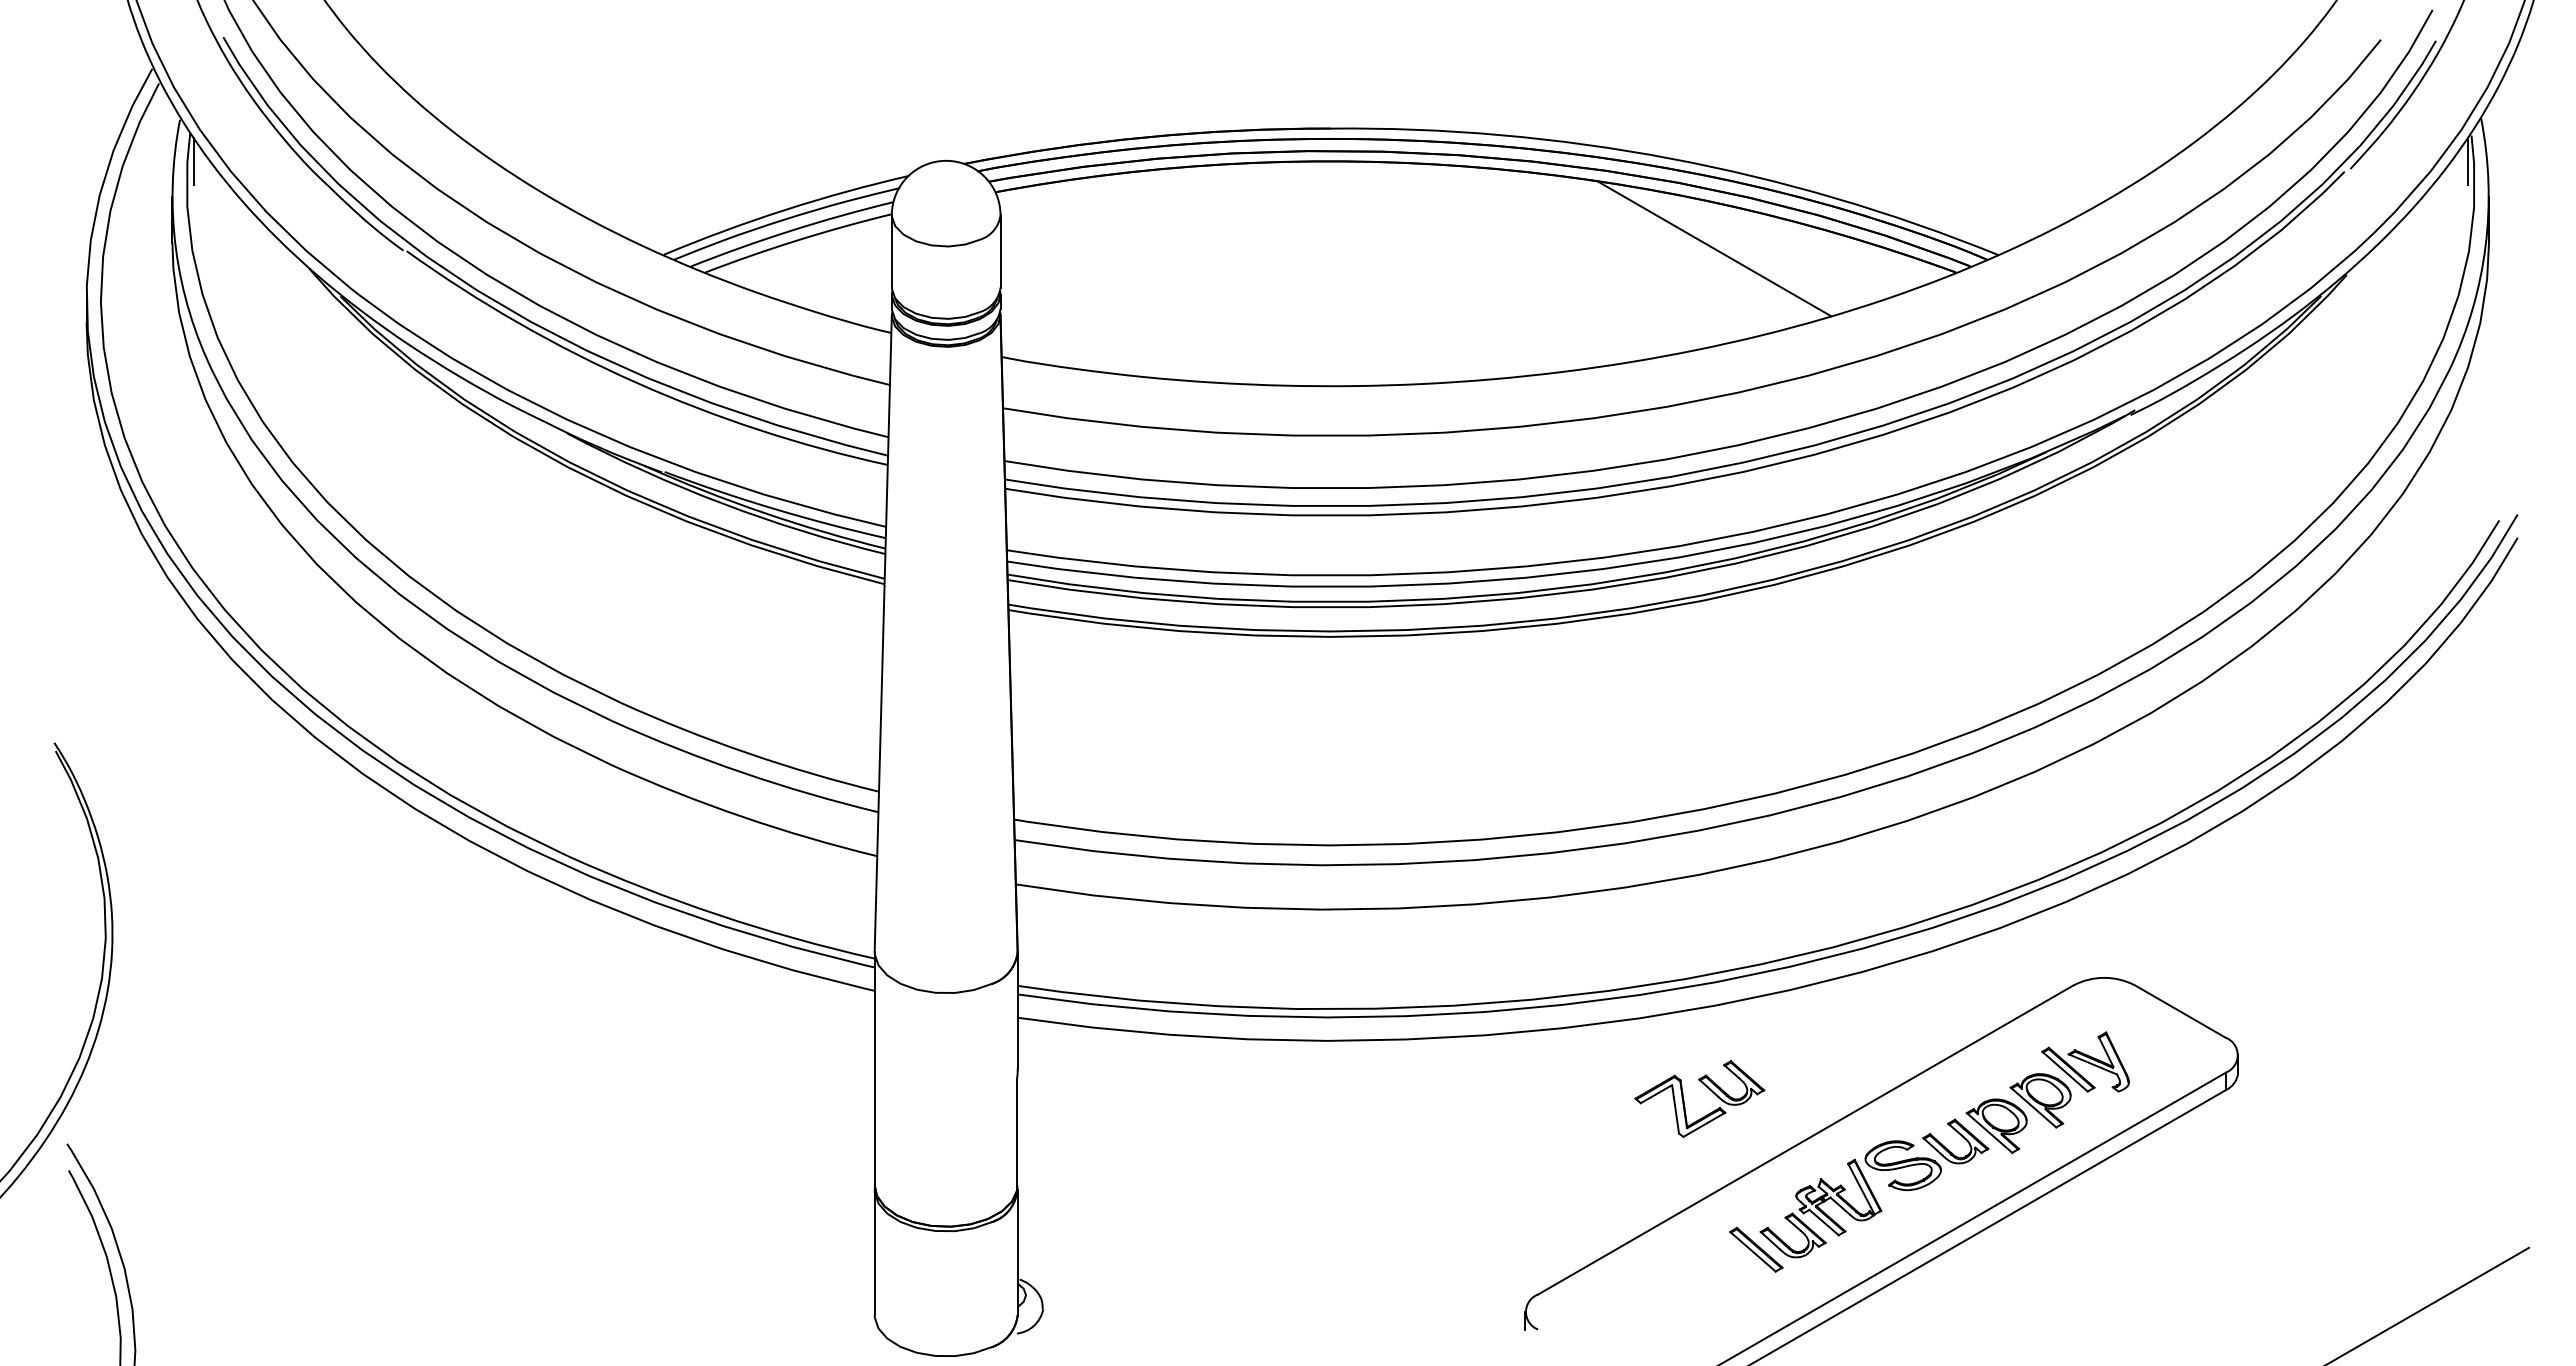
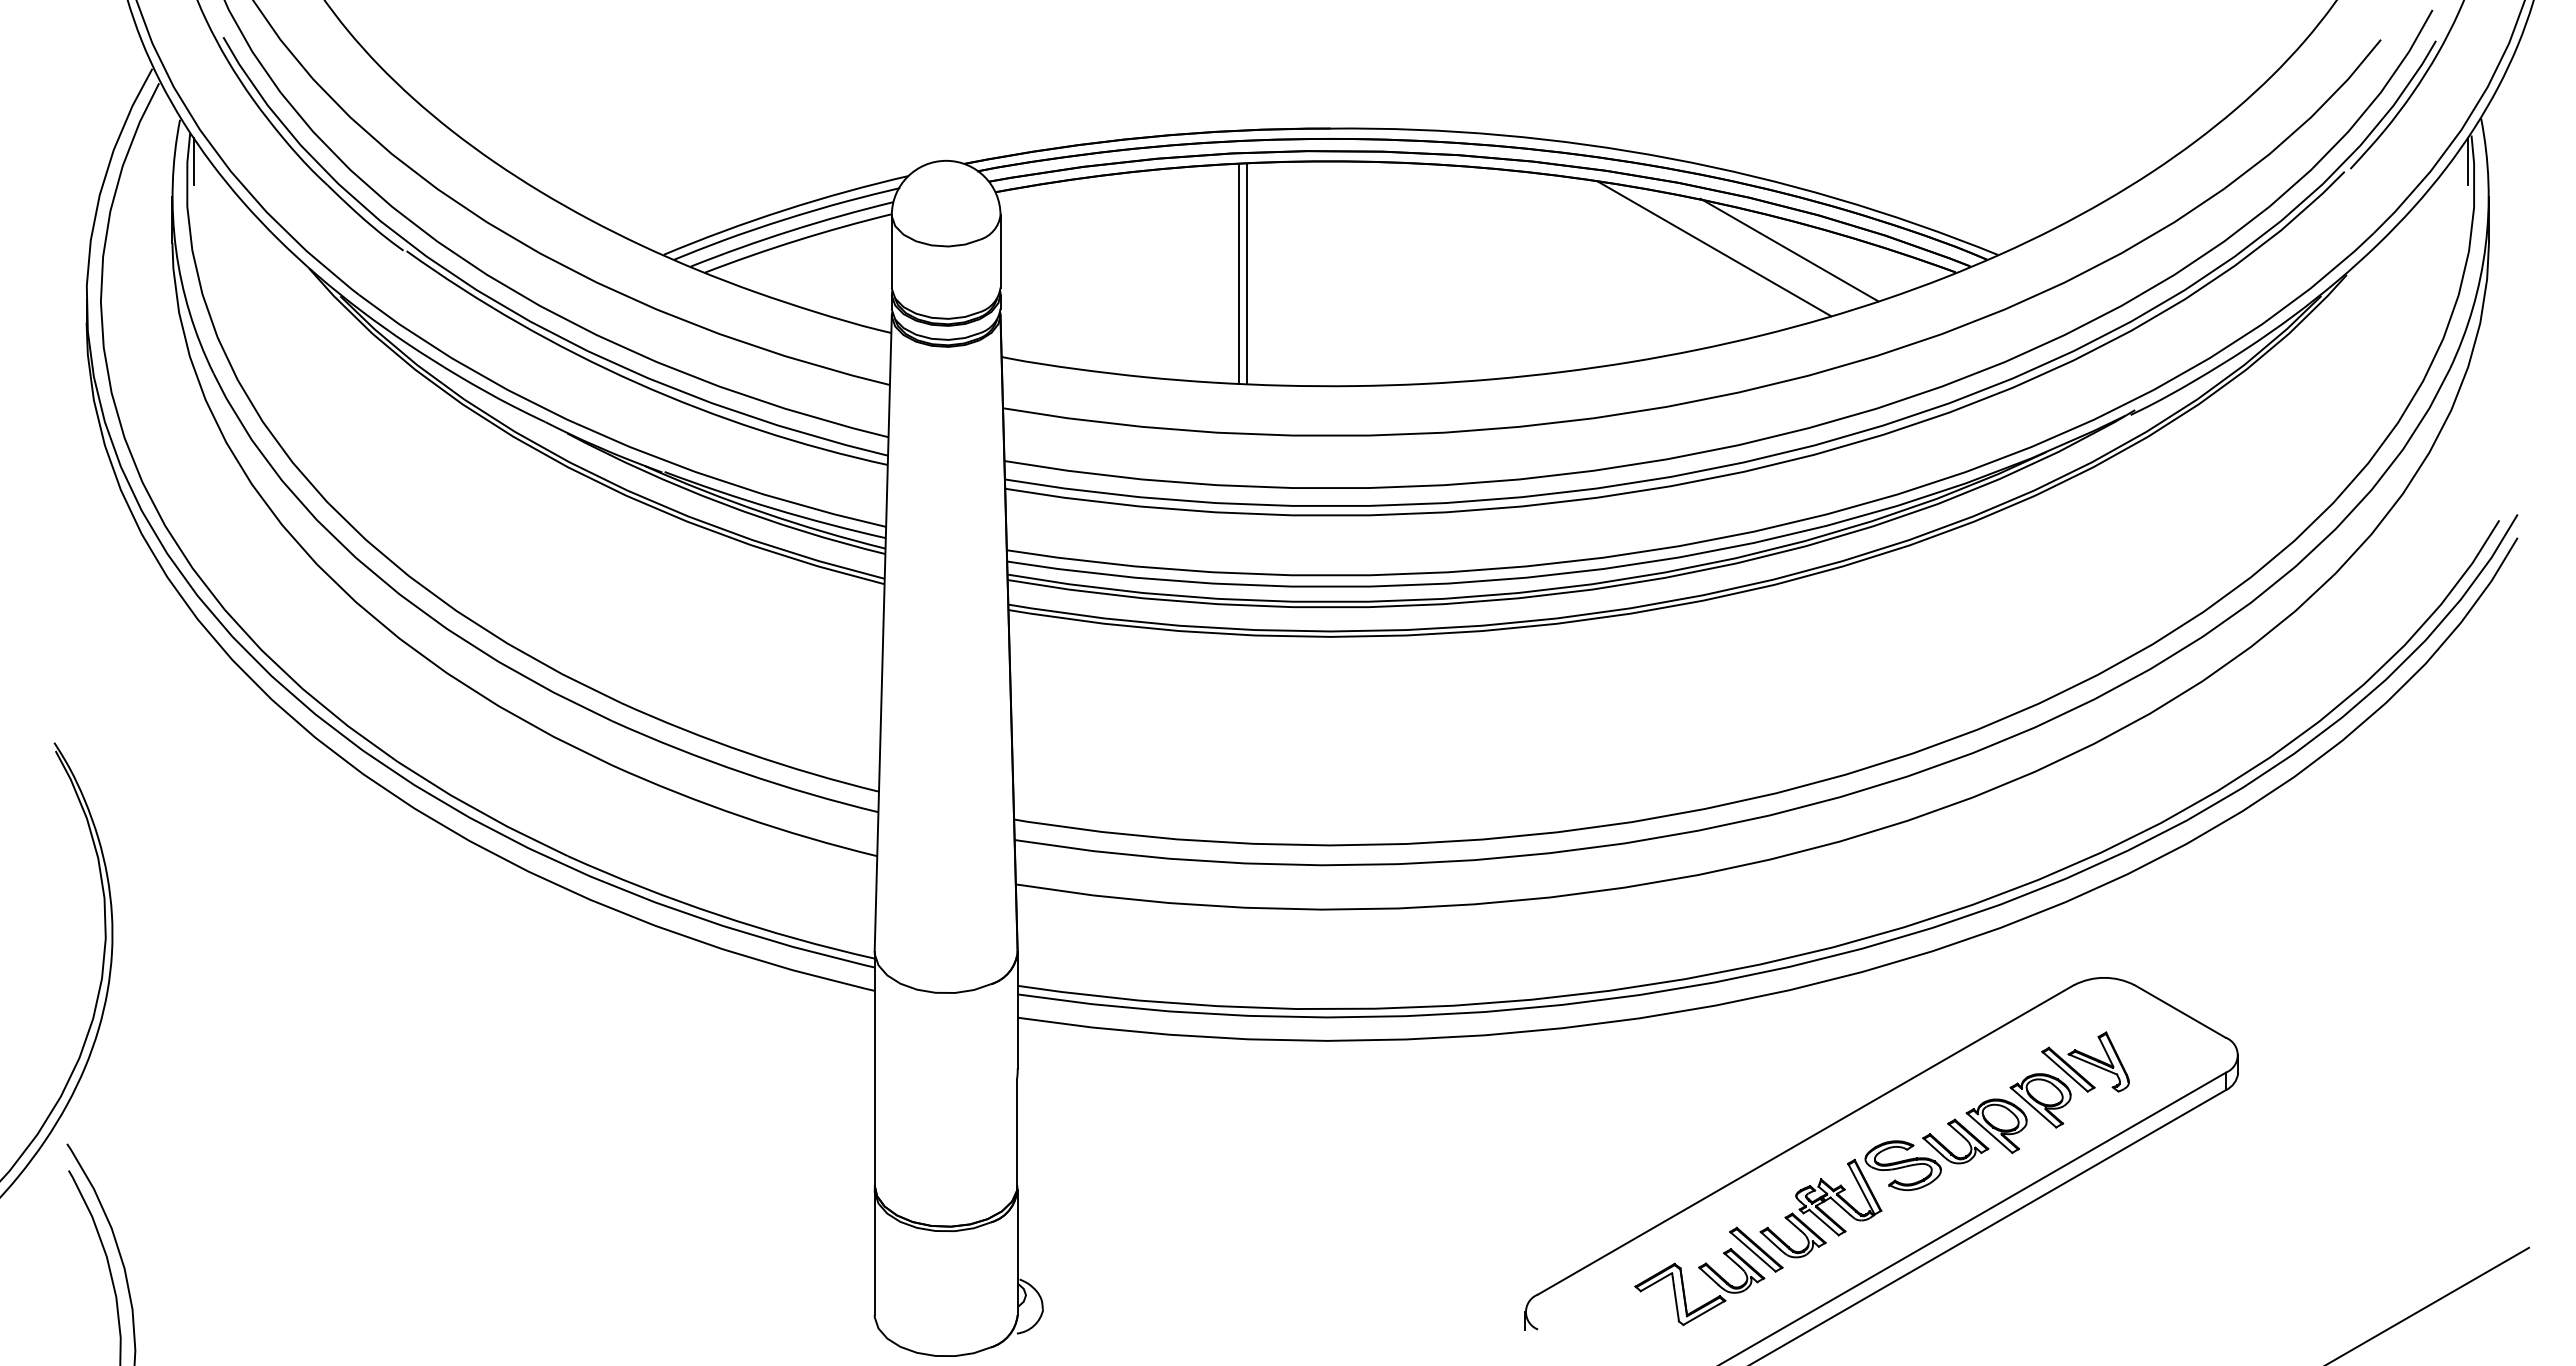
line at (1789, 249): none -> present
line at (1239, 273): none -> present
line at (1246, 274): none -> present
part at (1708, 1089) position: (1708, 1089) -> (1708, 1277)
